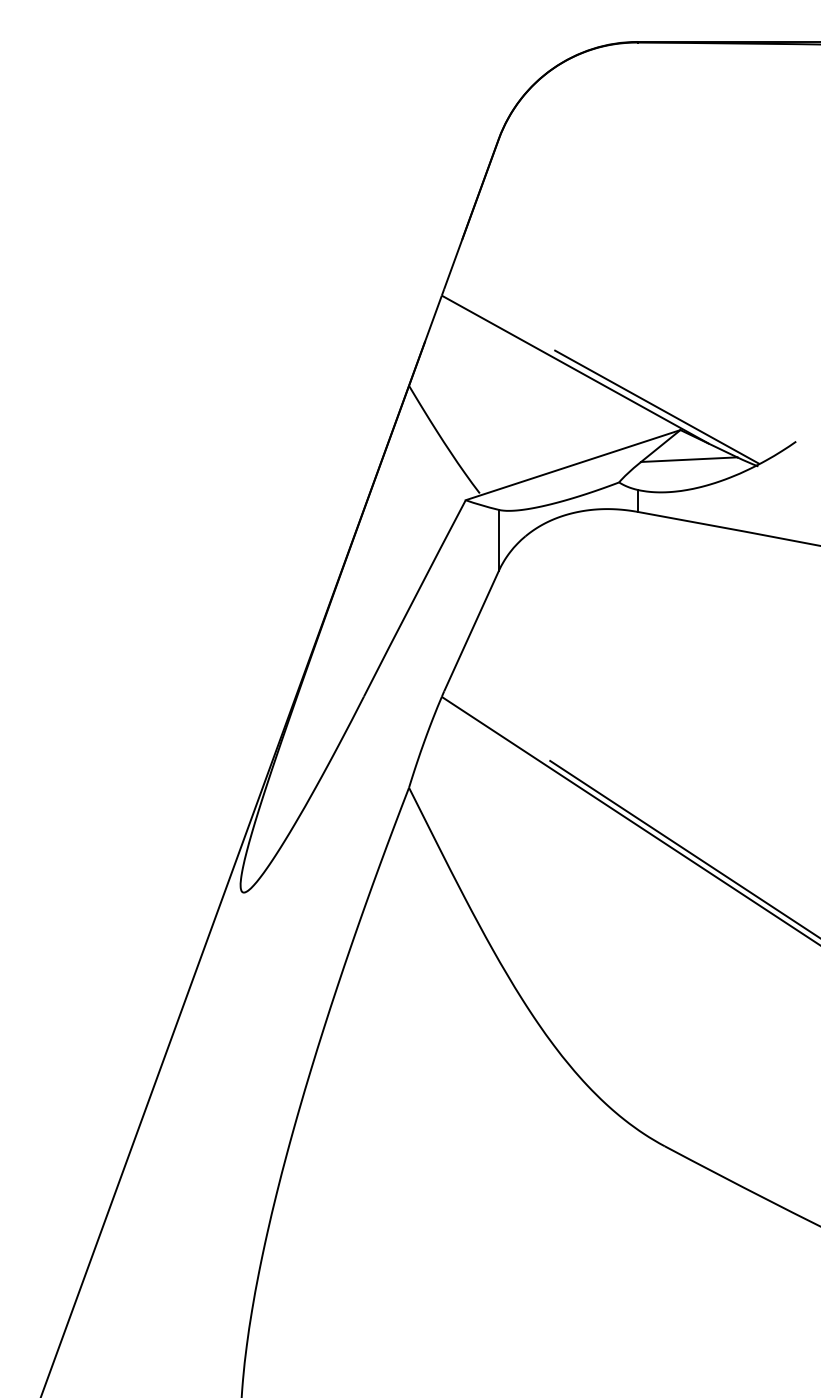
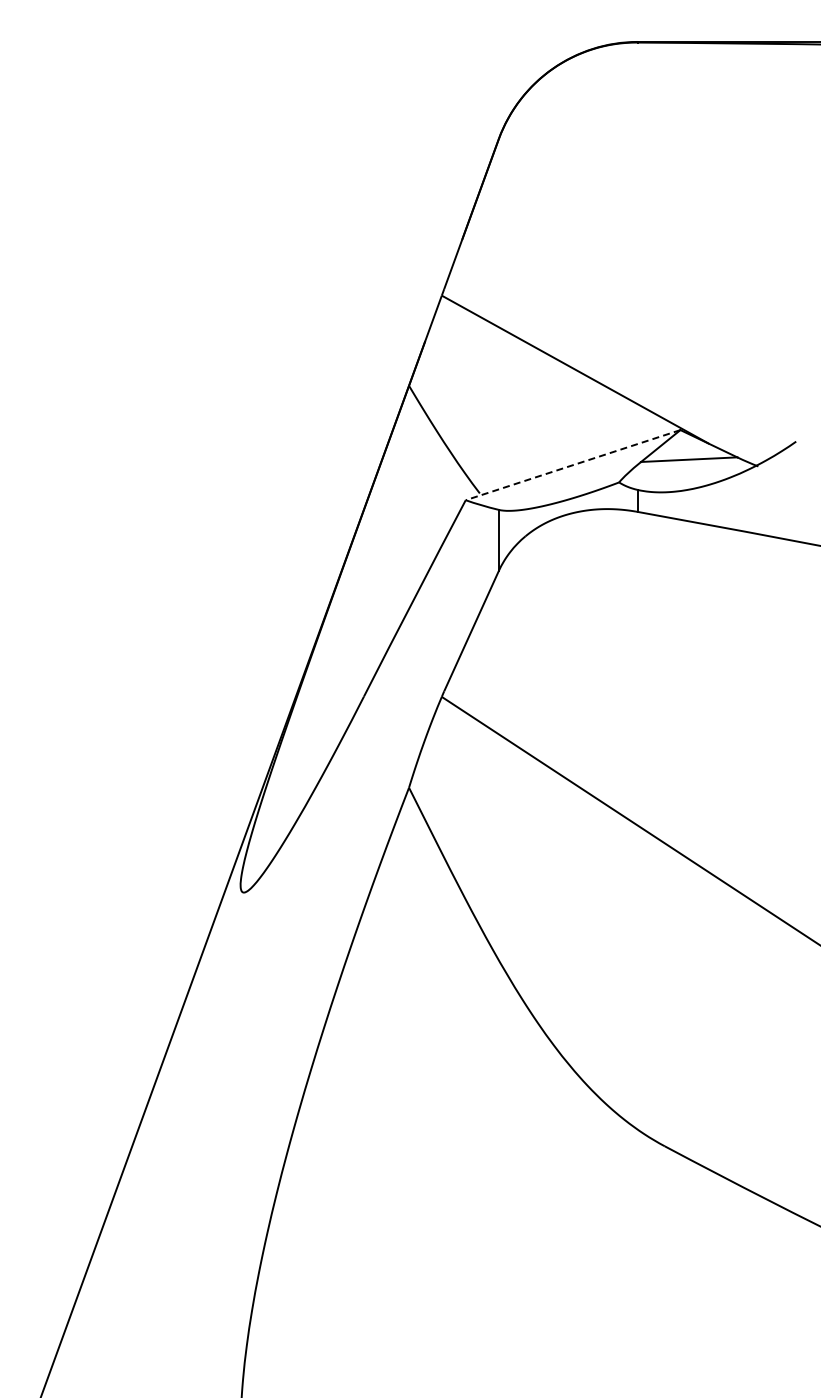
line at (656, 406): present -> none
line at (573, 465): solid -> dashed
line at (683, 848): present -> none
